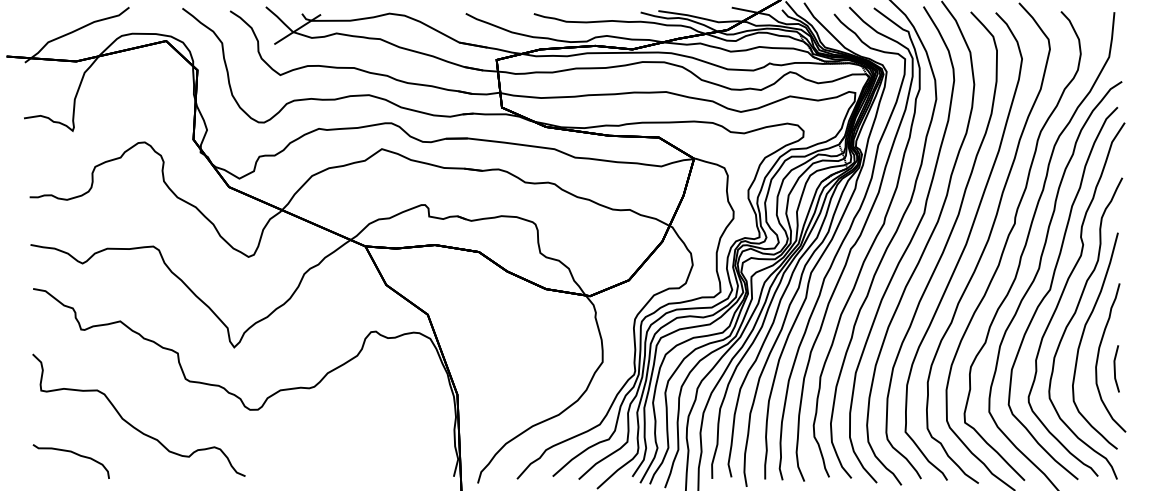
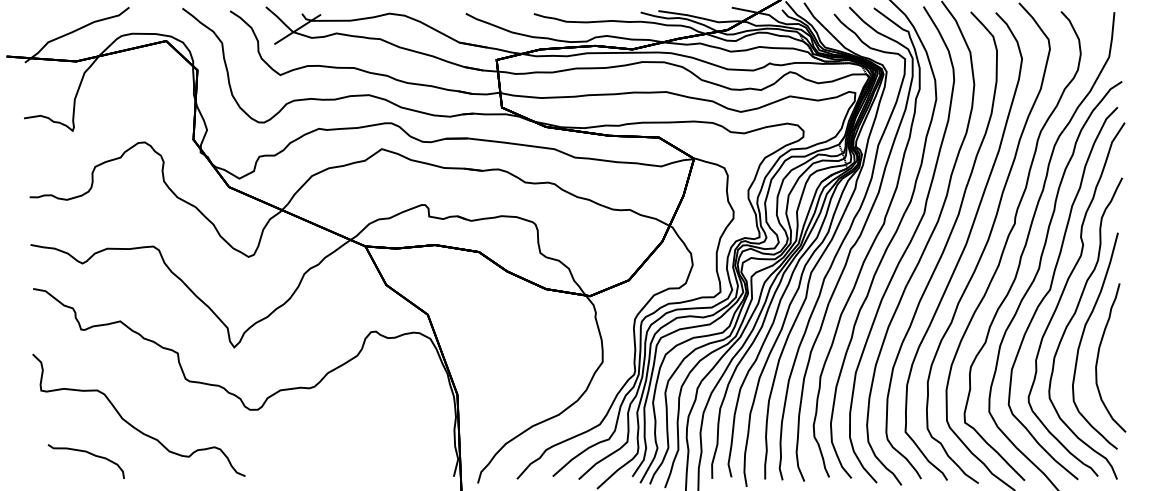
line at (1115, 368): present -> none
part at (74, 454) position: (74, 454) -> (89, 454)
